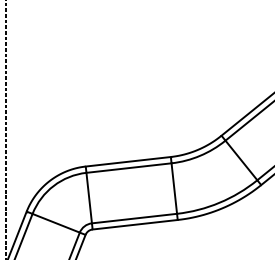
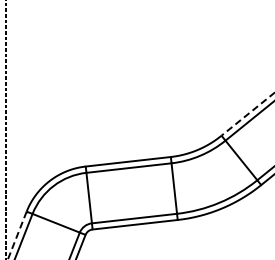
line at (247, 114): solid -> dashed
line at (17, 235): solid -> dashed
